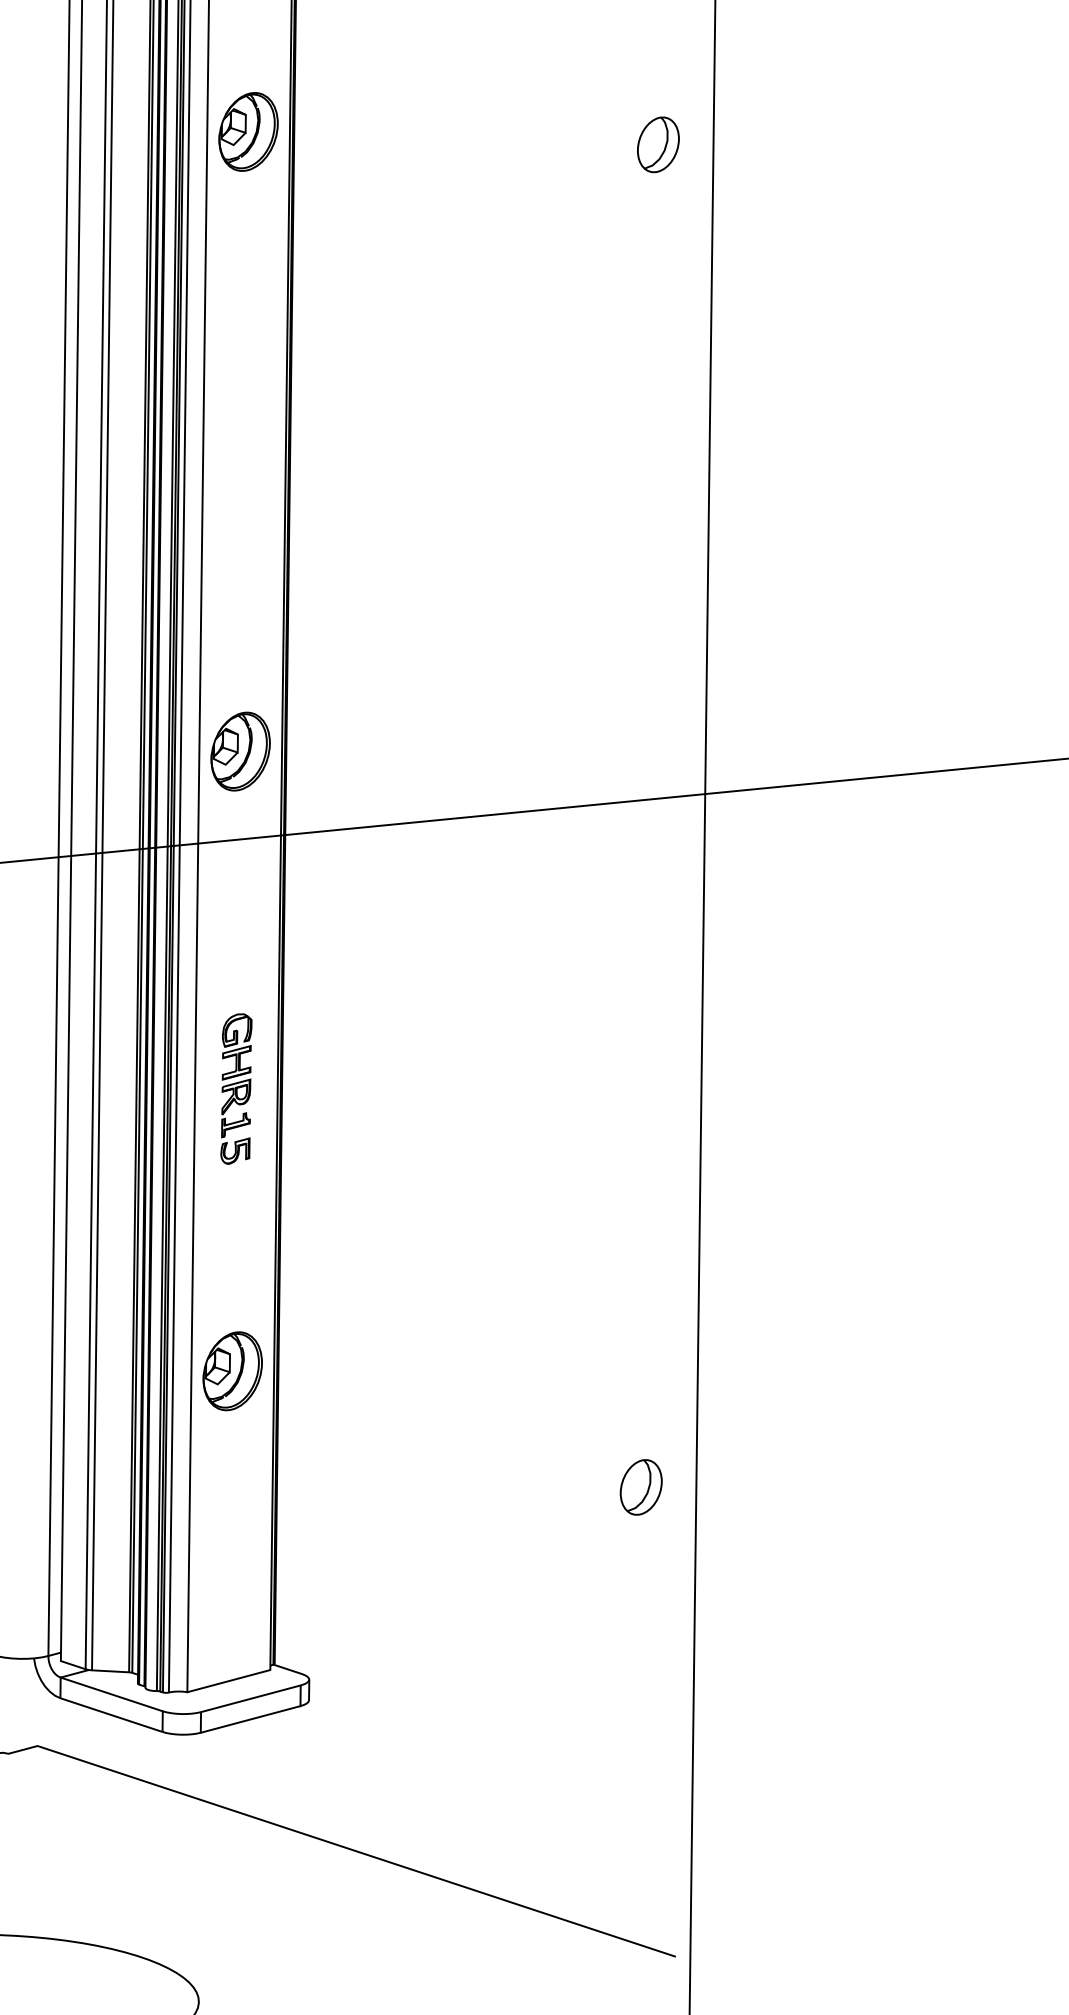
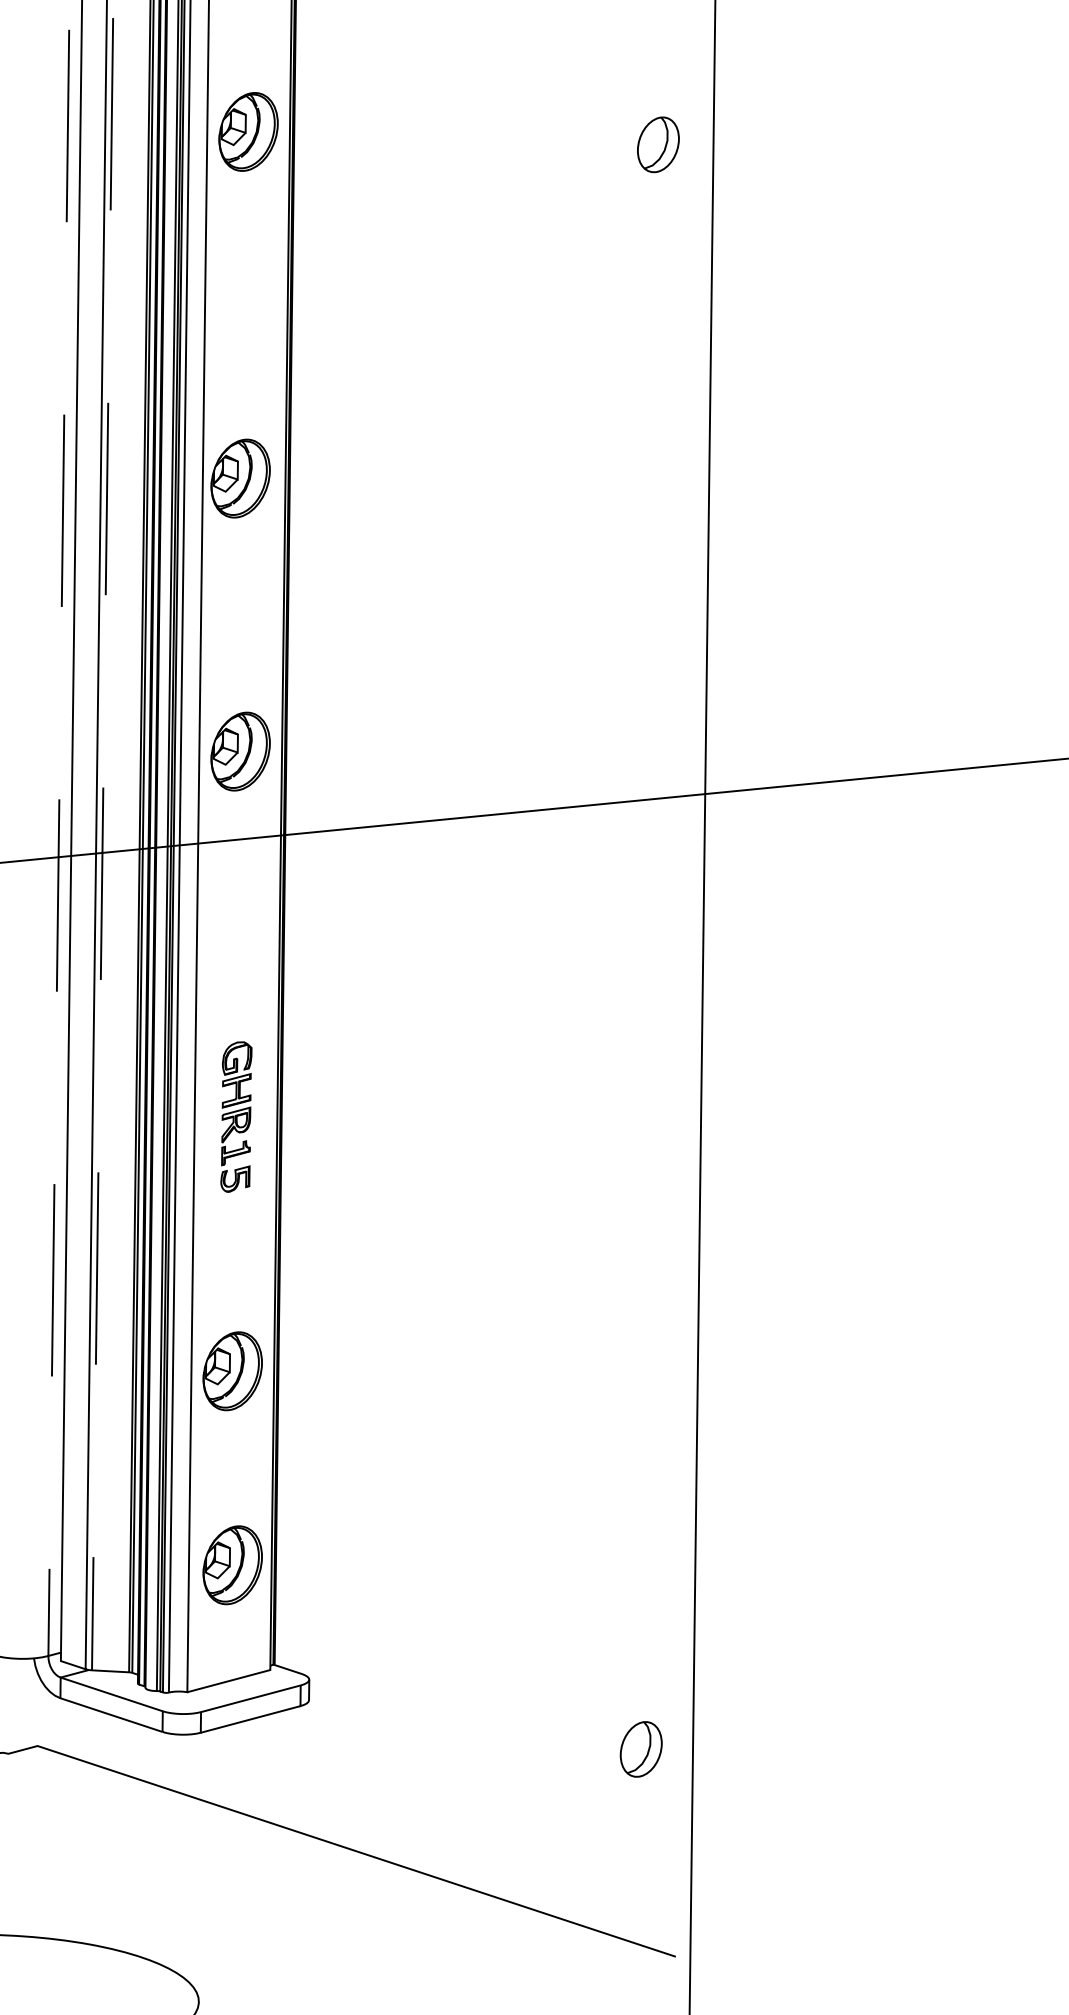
part at (240, 478): none -> present
line at (102, 835): solid -> dashed
line at (58, 836): solid -> dashed
part at (236, 1088) position: (236, 1088) -> (236, 1116)
part at (640, 1487) position: (640, 1487) -> (640, 1749)
part at (232, 1565): none -> present
